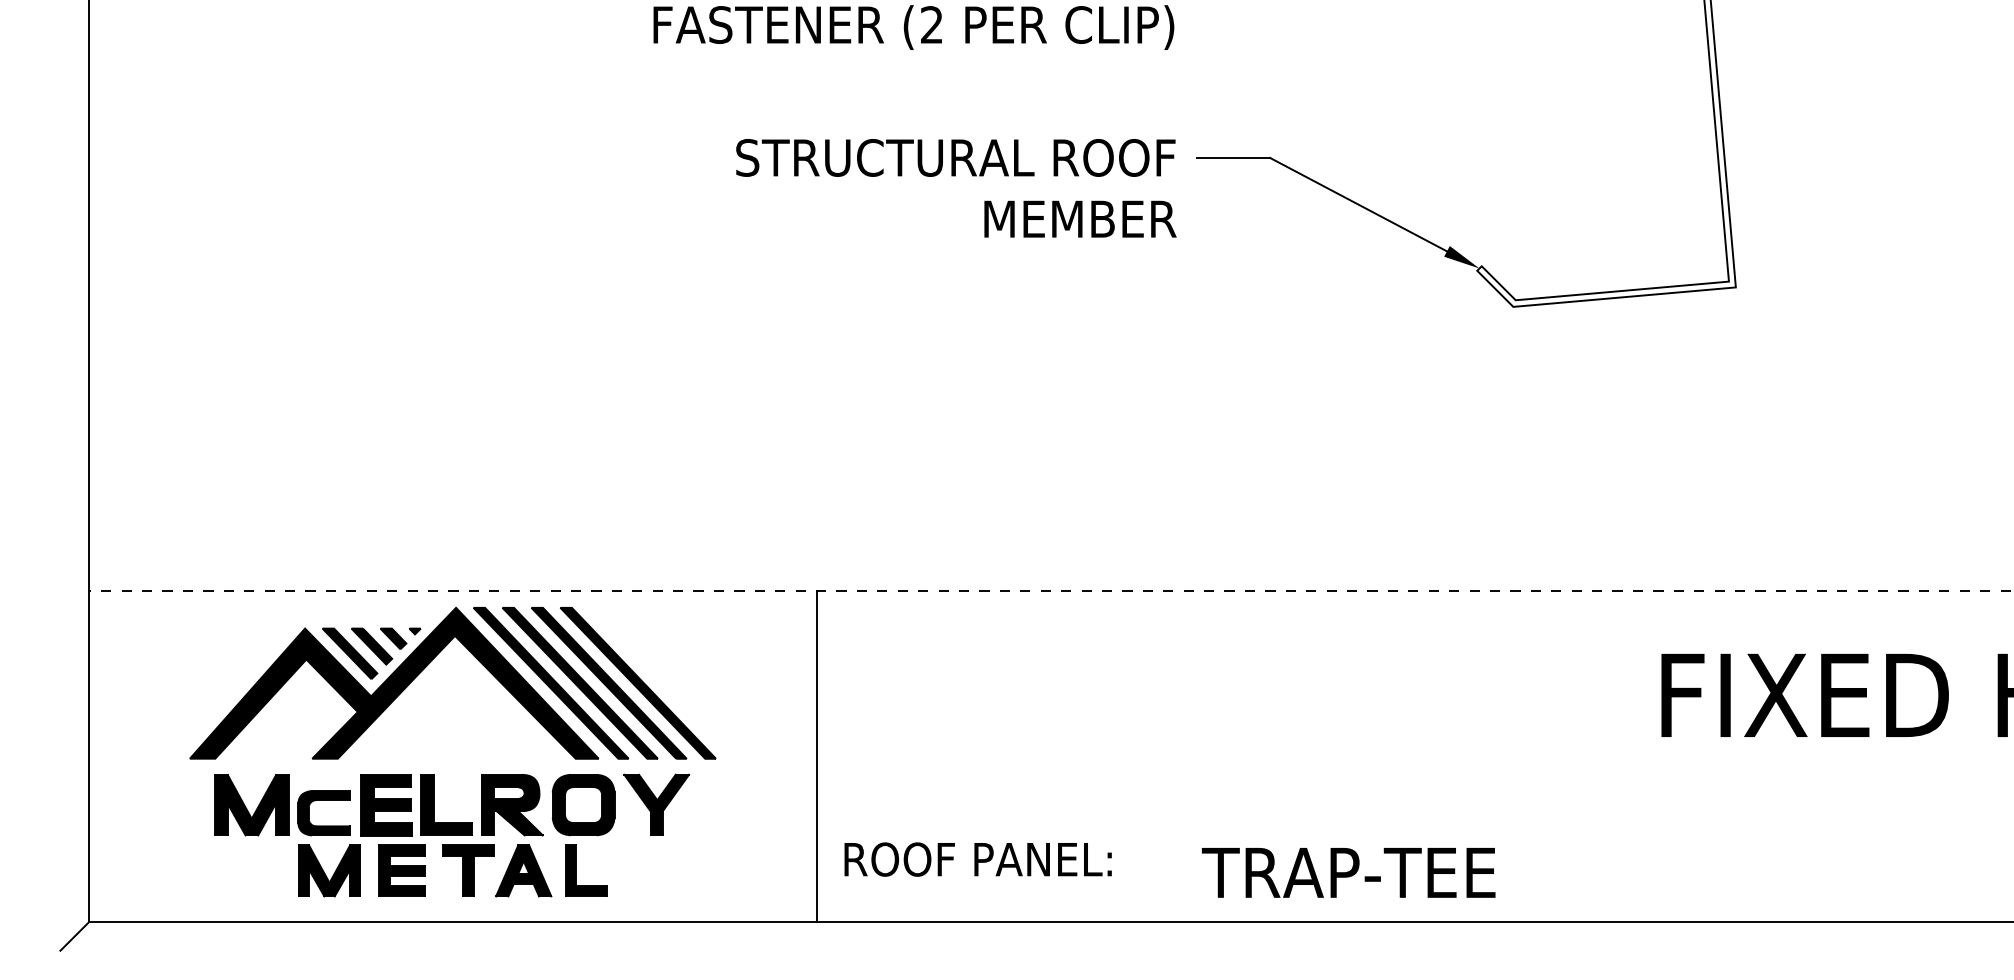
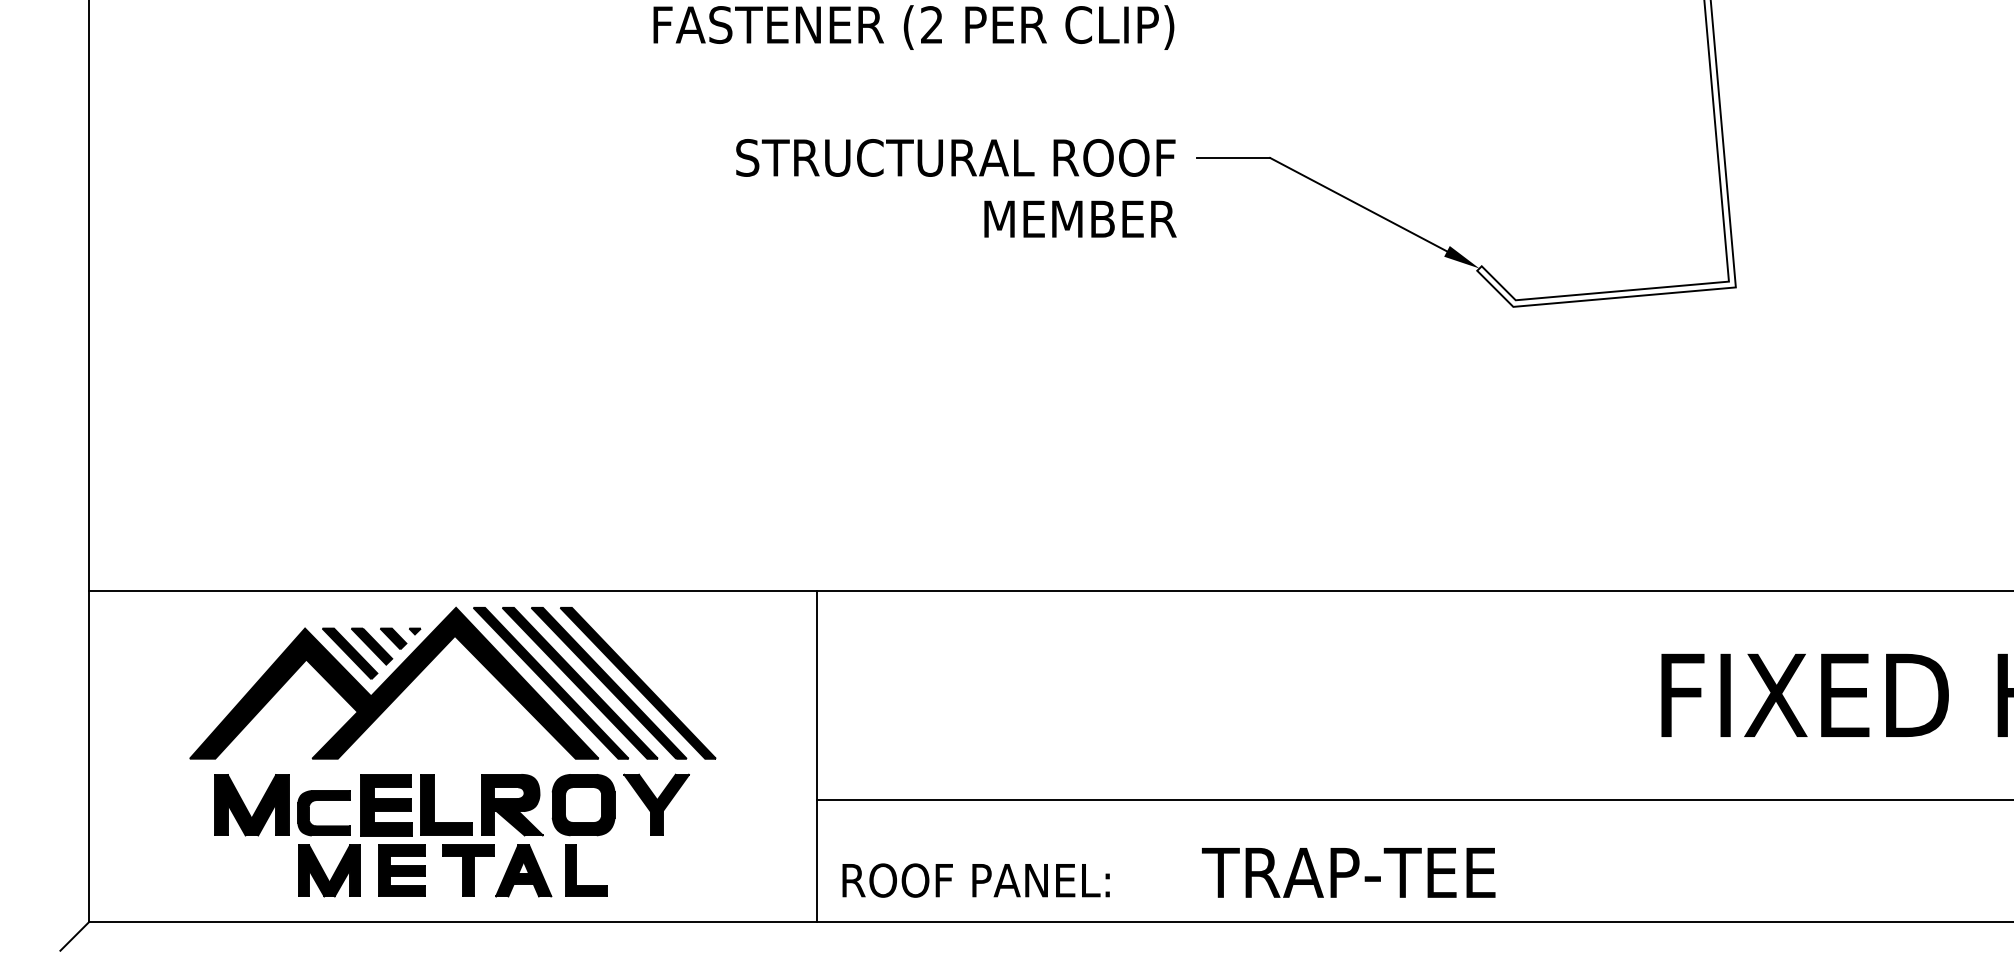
line at (1050, 590): dashed -> solid
line at (1413, 800): none -> present
text at (977, 859) position: (977, 859) -> (975, 880)
